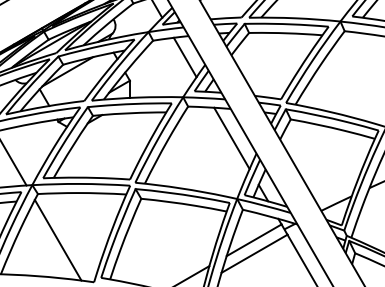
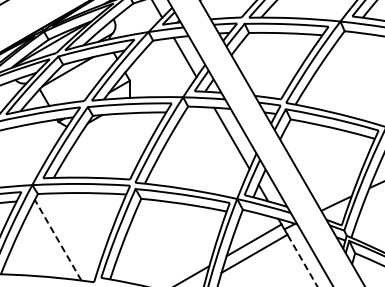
line at (14, 164): present -> none
line at (58, 240): solid -> dashed
line at (302, 260): solid -> dashed
